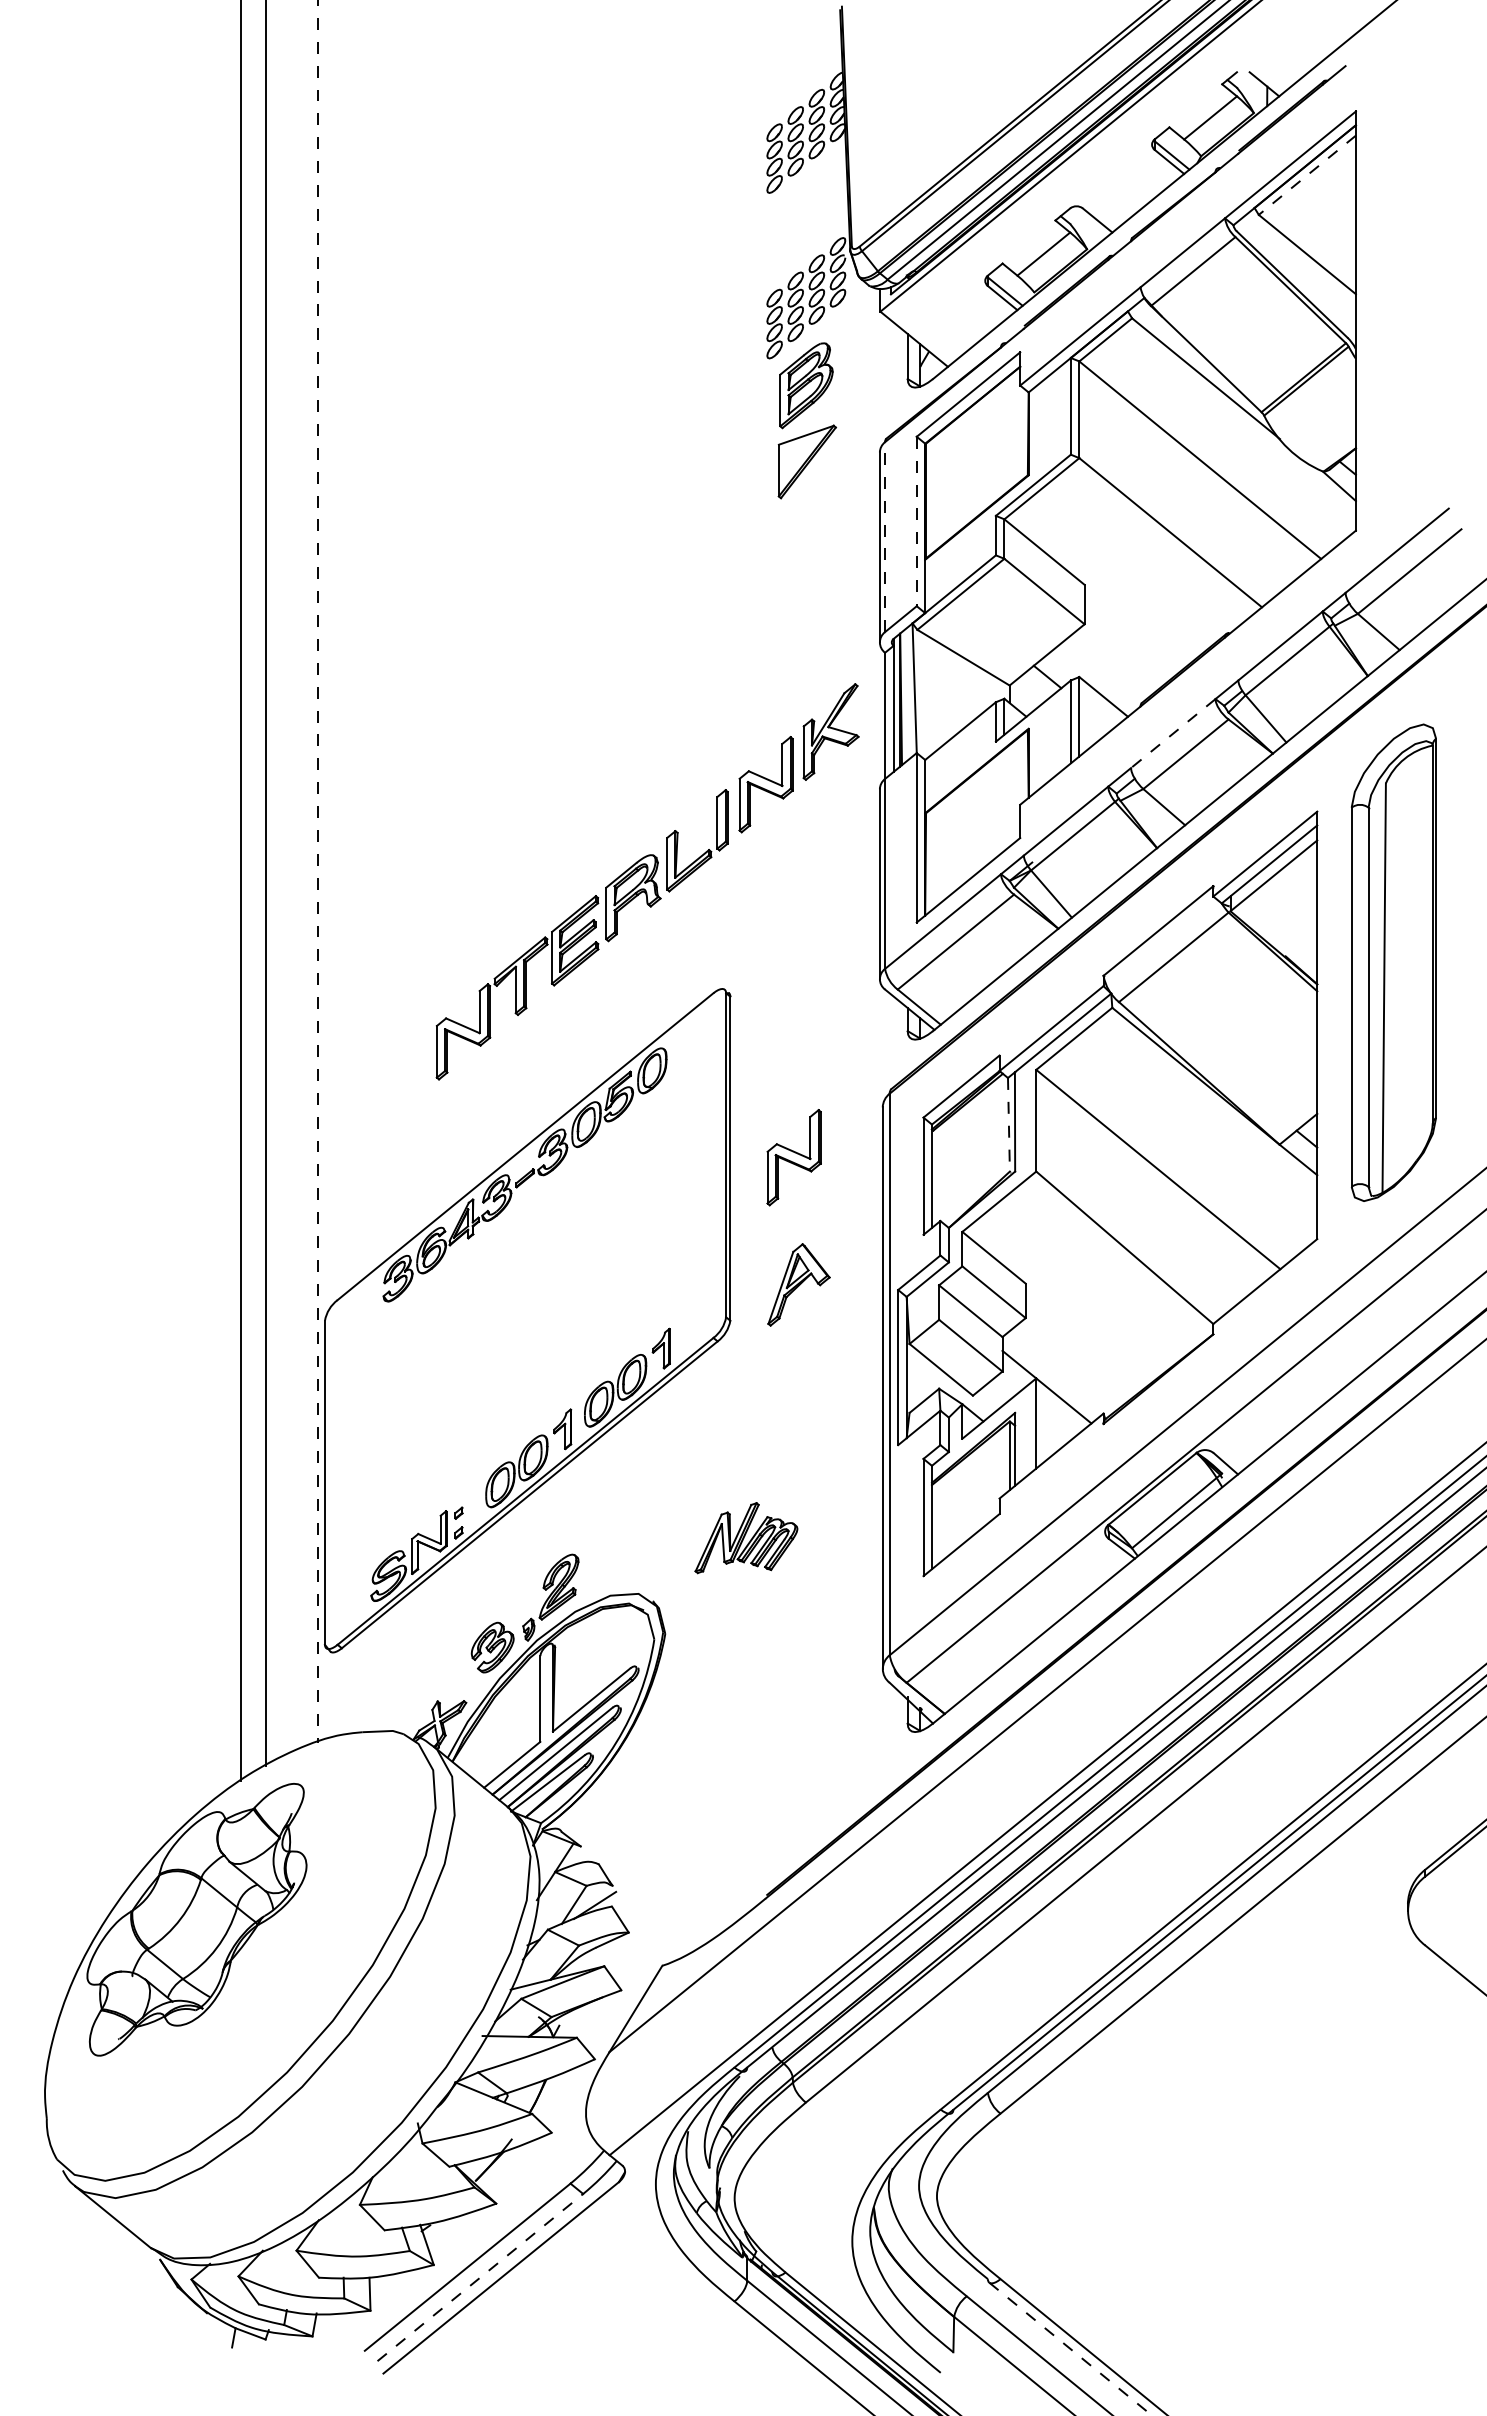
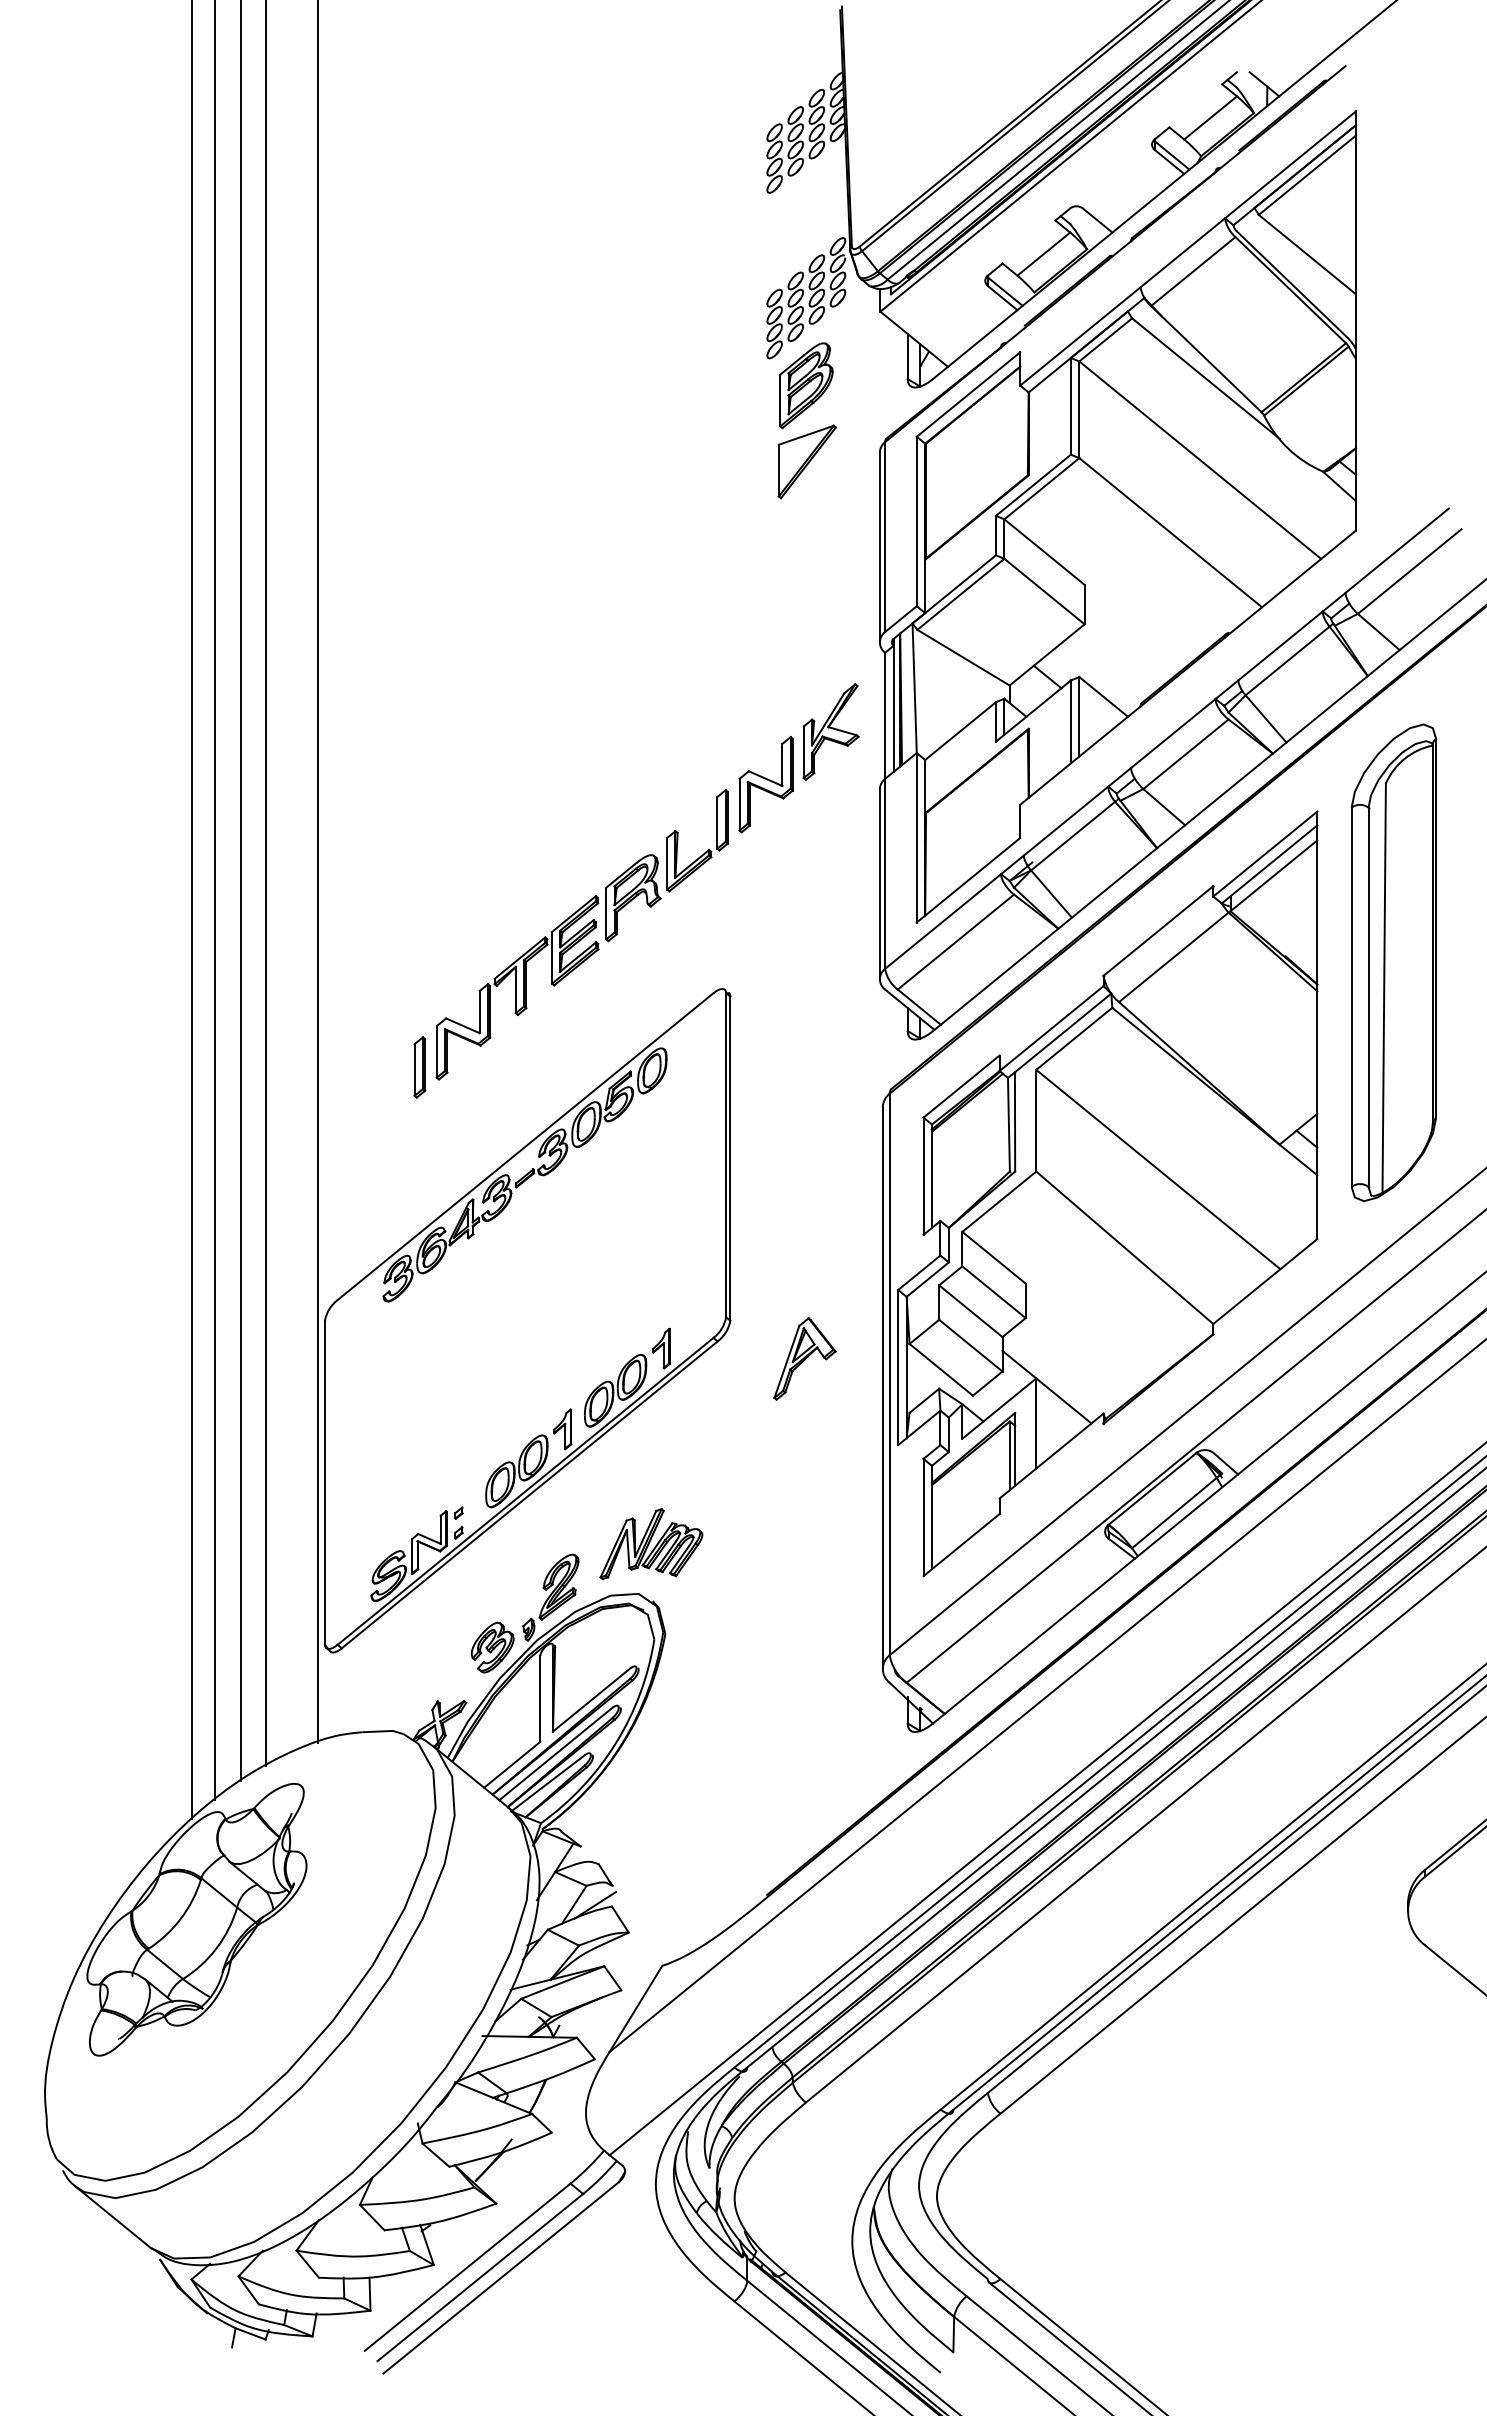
line at (1307, 175): dashed -> solid
line at (916, 521): dashed -> solid
line at (885, 537): dashed -> solid
line at (1173, 733): dashed -> solid
line at (317, 871): dashed -> solid
line at (215, 900): none -> present
line at (191, 910): none -> present
part at (419, 1067): none -> present
line at (1008, 1124): dashed -> solid
part at (793, 1157): present -> none
part at (798, 1284) position: (798, 1284) -> (804, 1358)
part at (746, 1538) position: (746, 1538) -> (651, 1544)
line at (480, 2277): dashed -> solid
line at (1070, 2349): dashed -> solid
